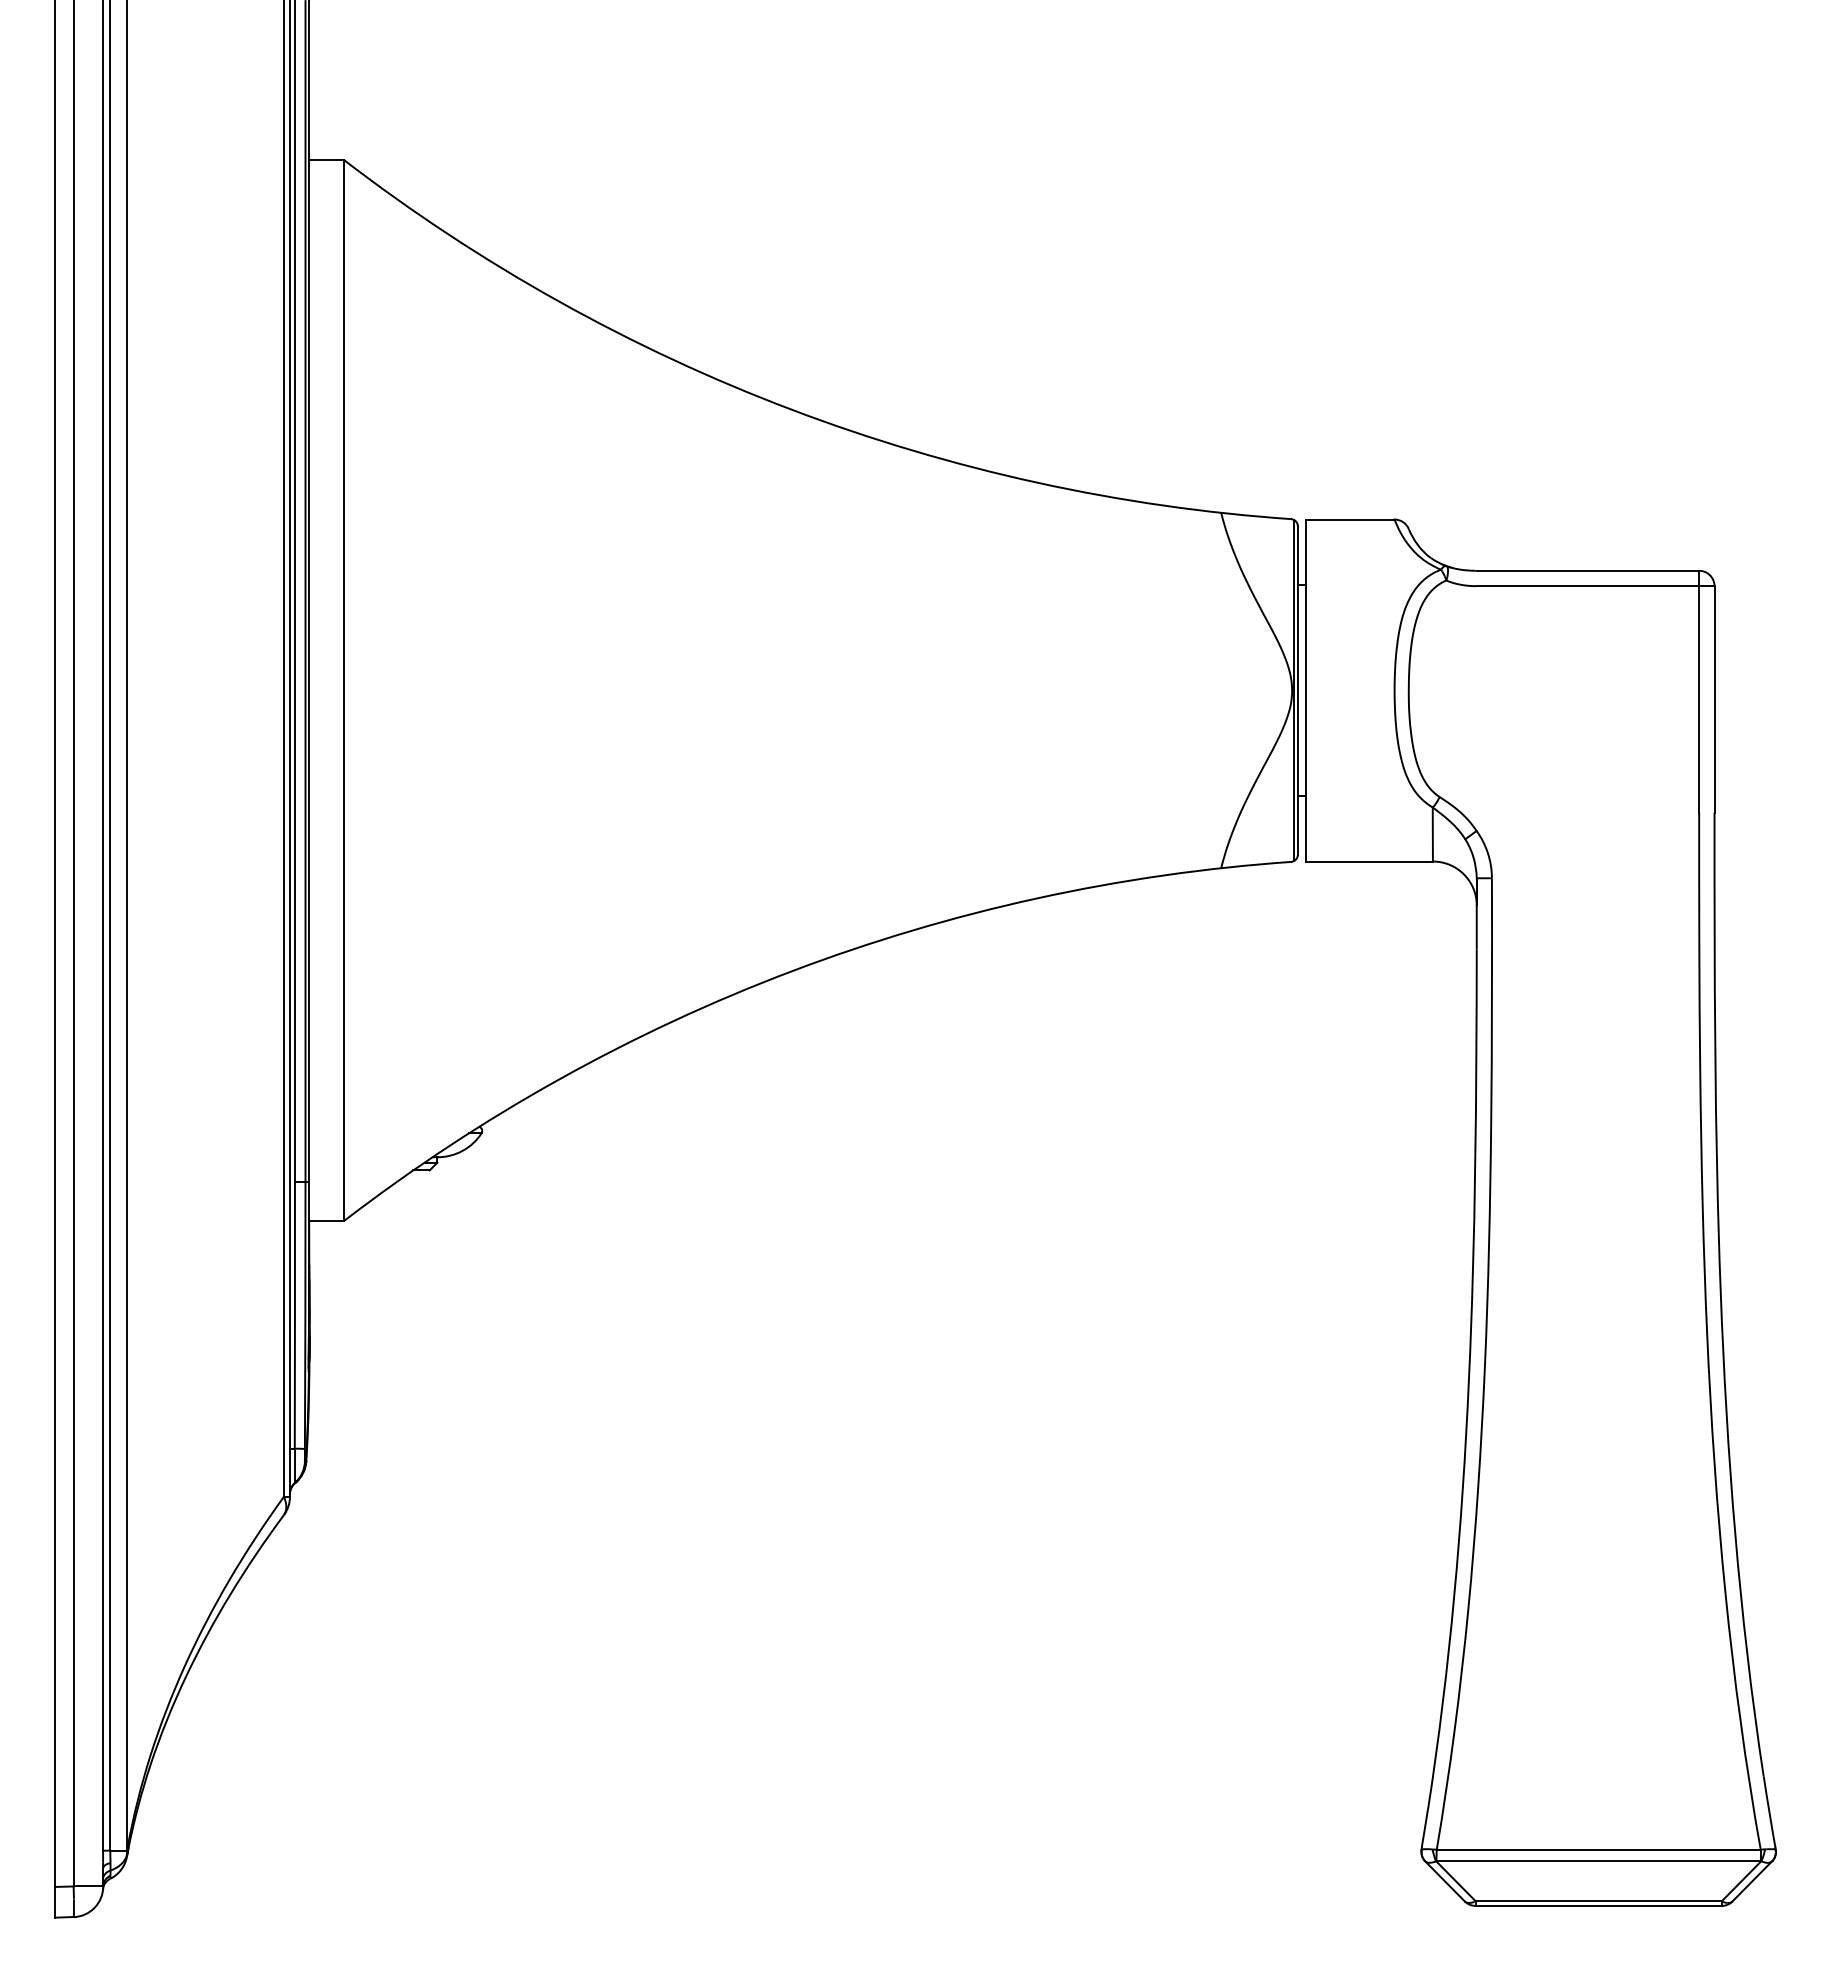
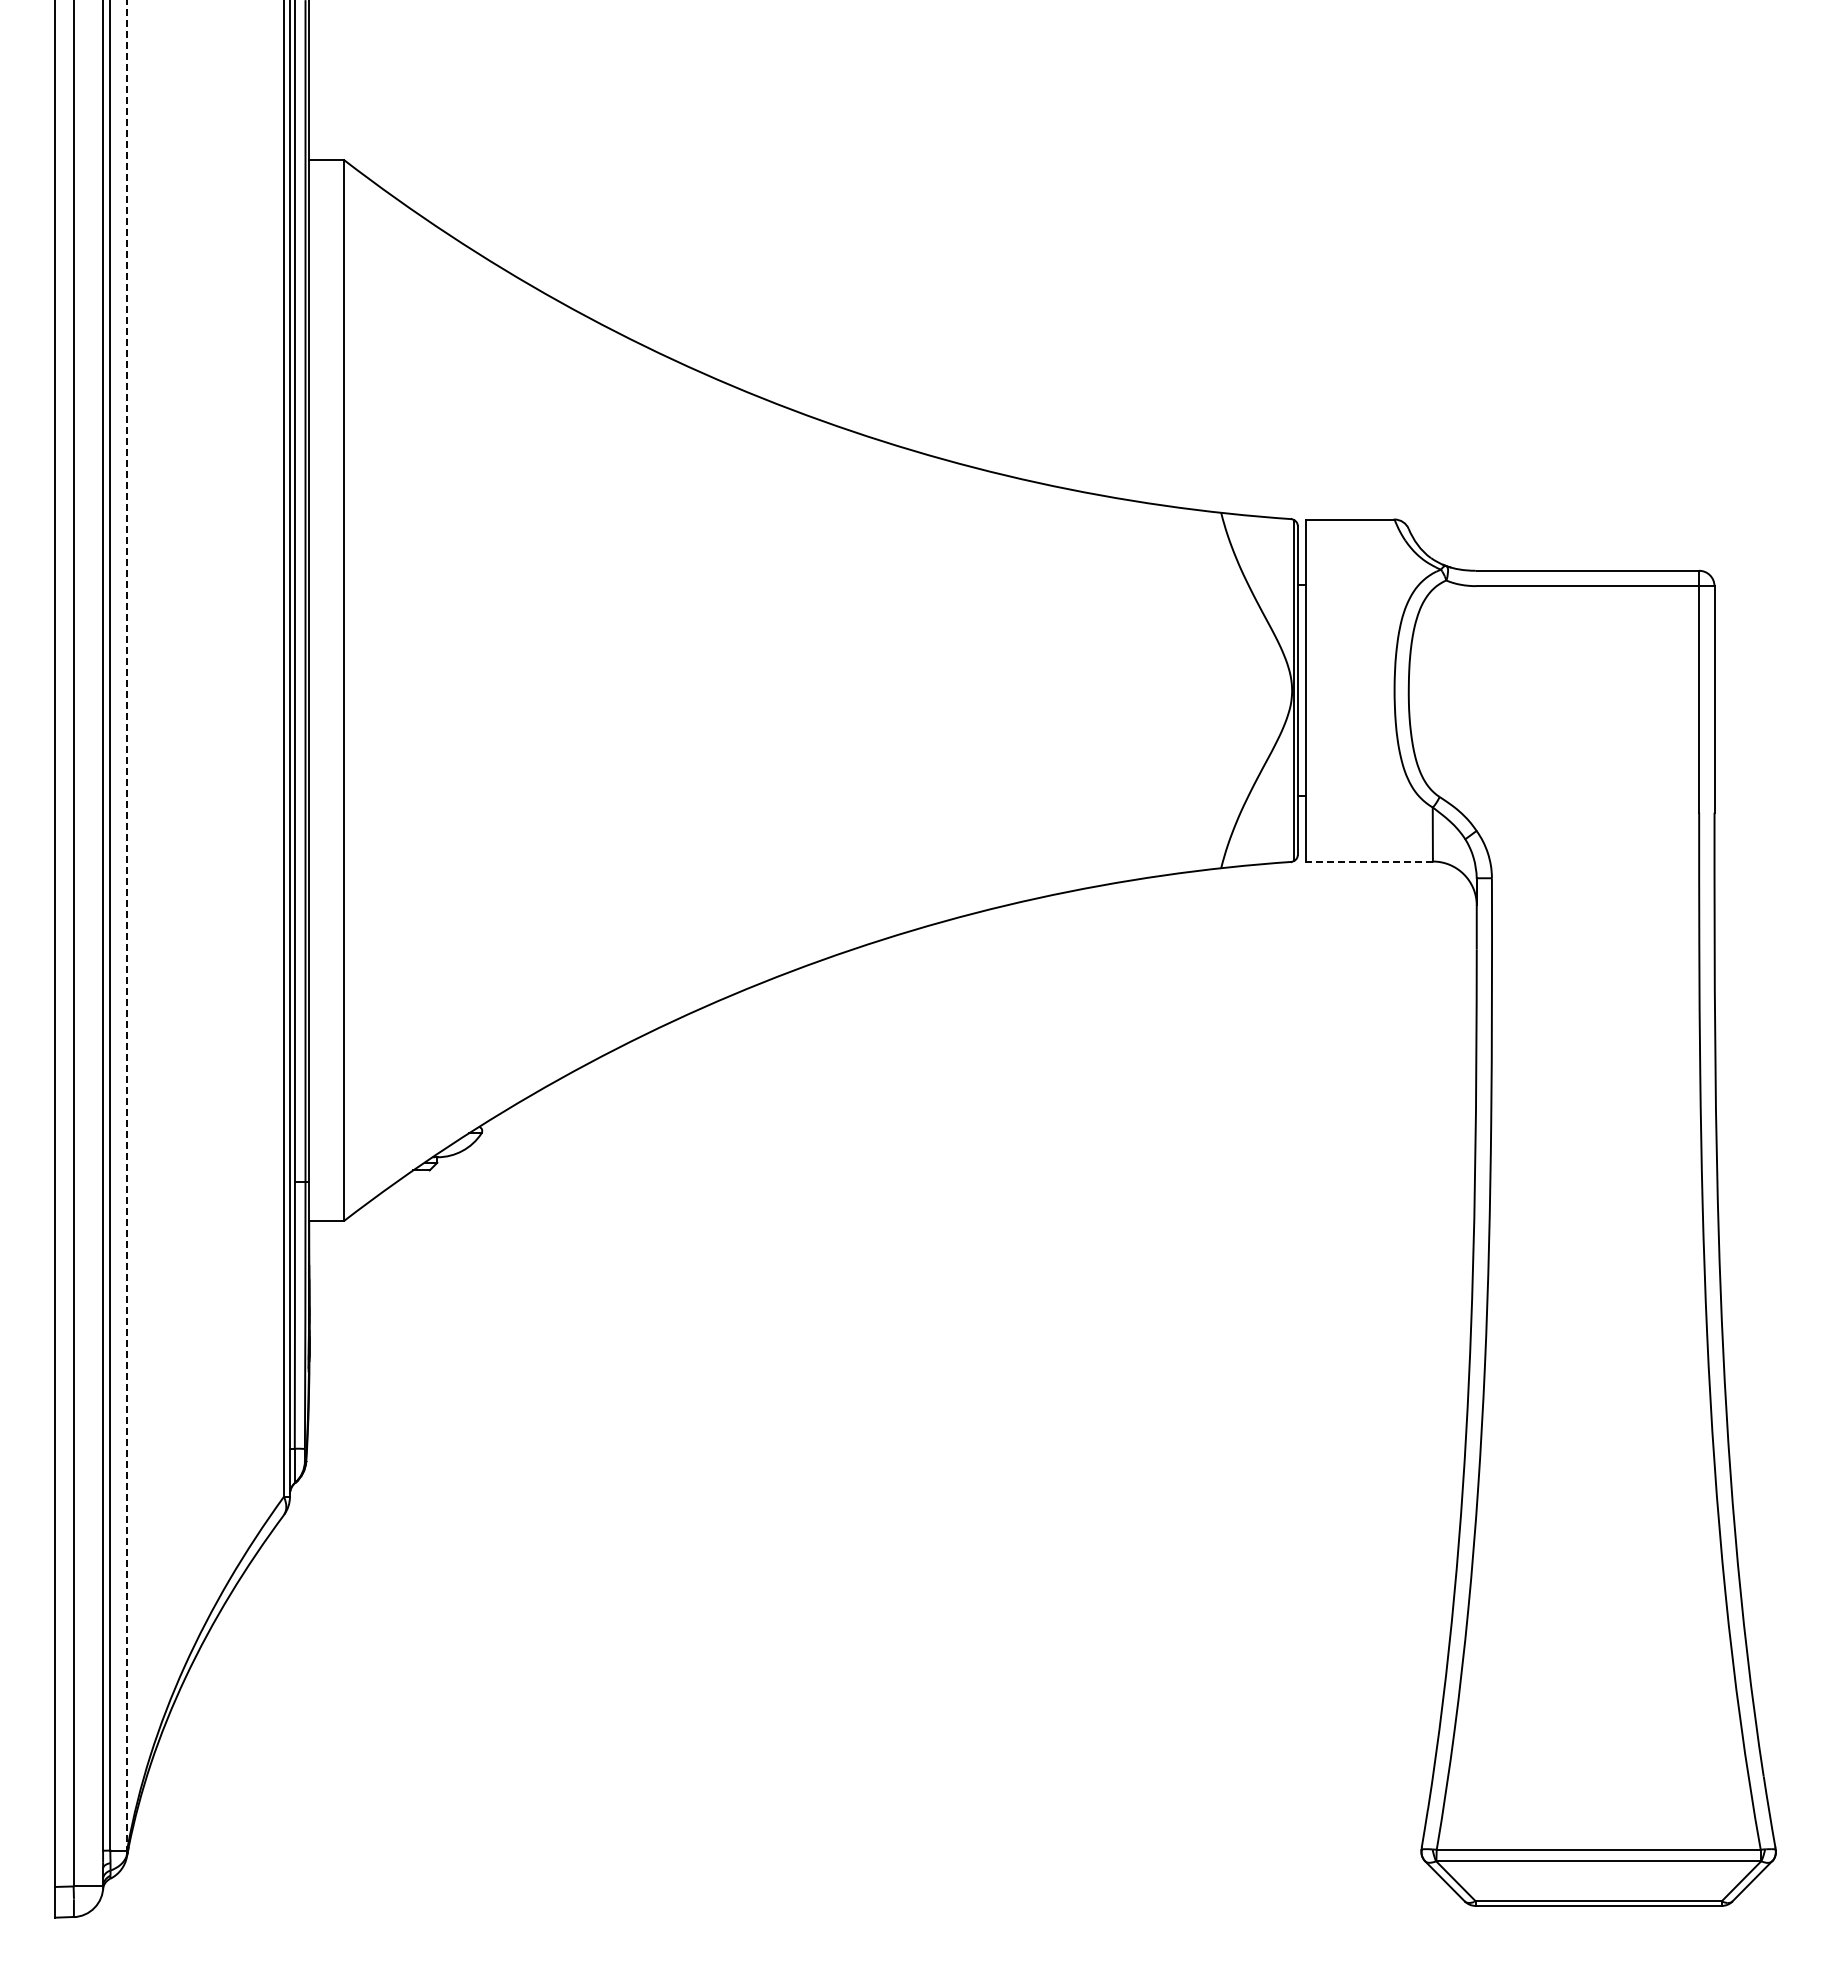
line at (1369, 861): solid -> dashed
line at (126, 925): solid -> dashed
